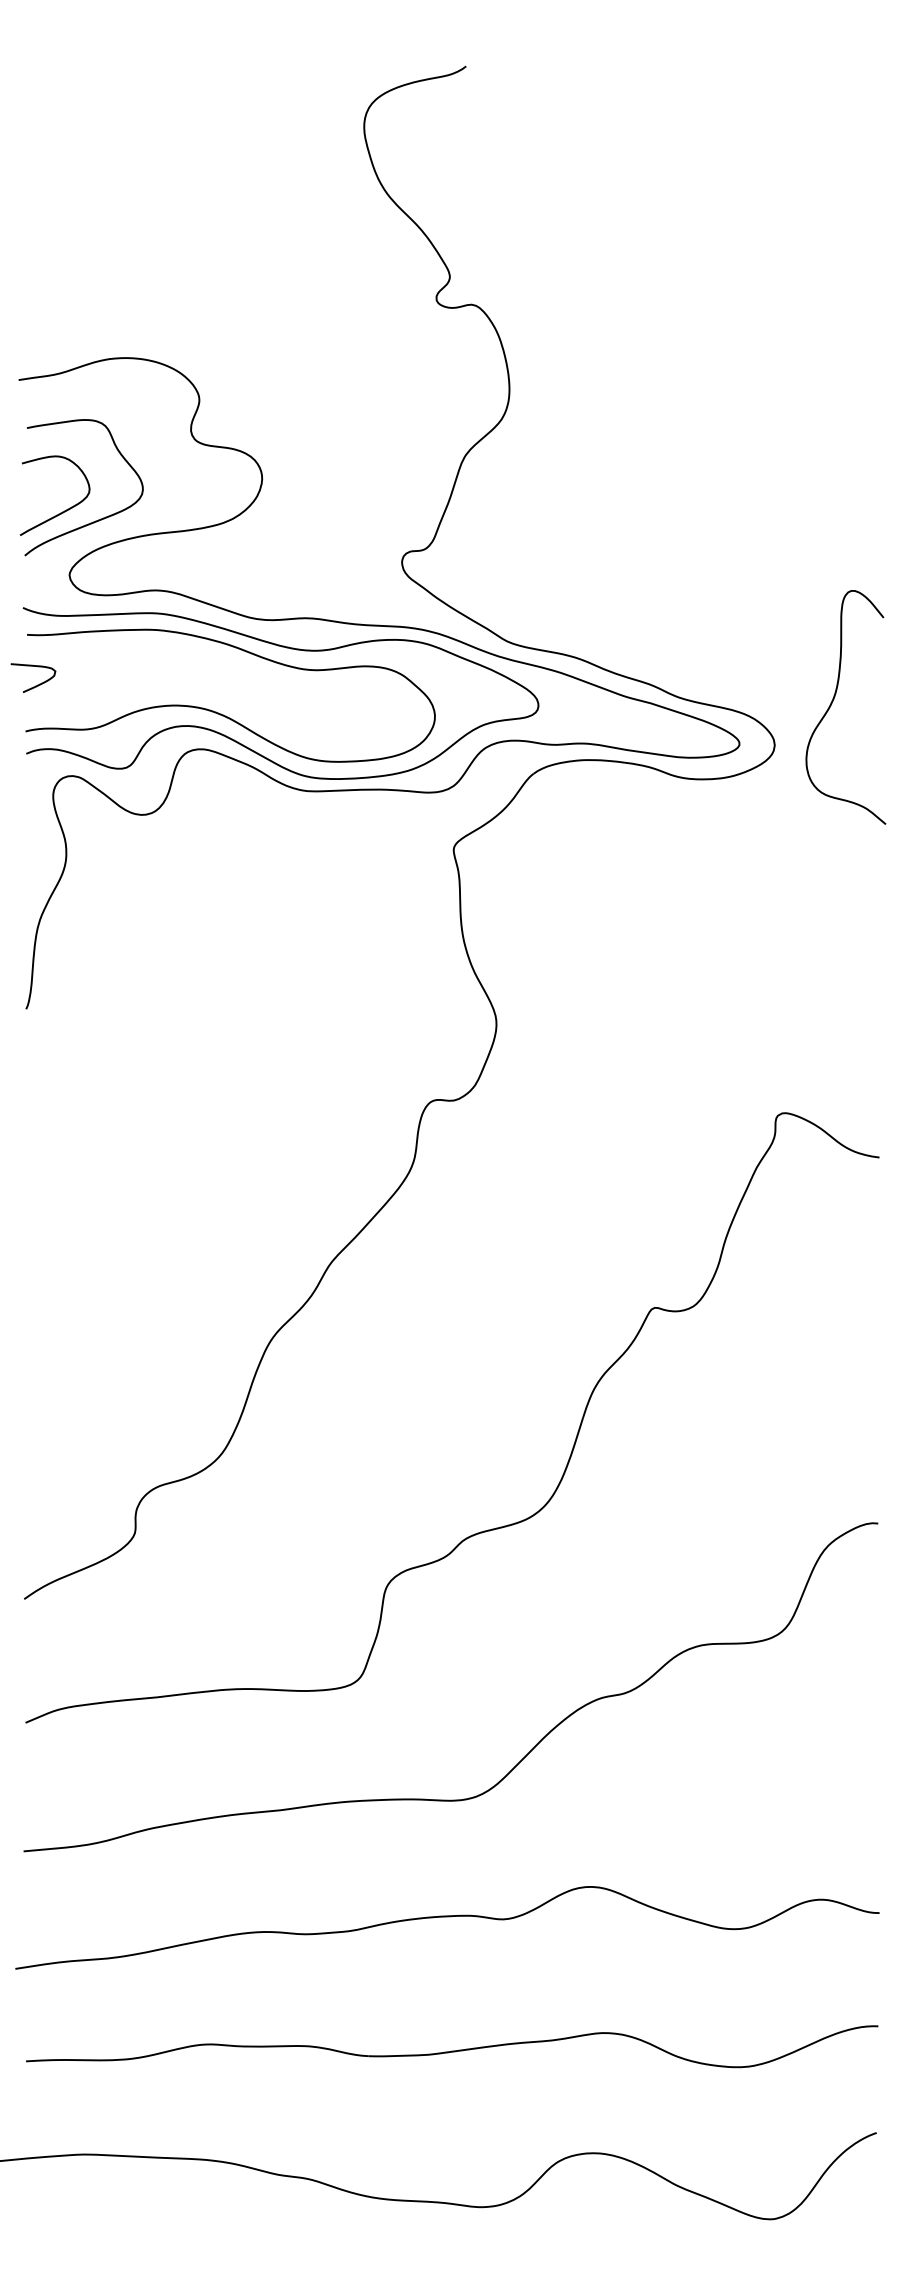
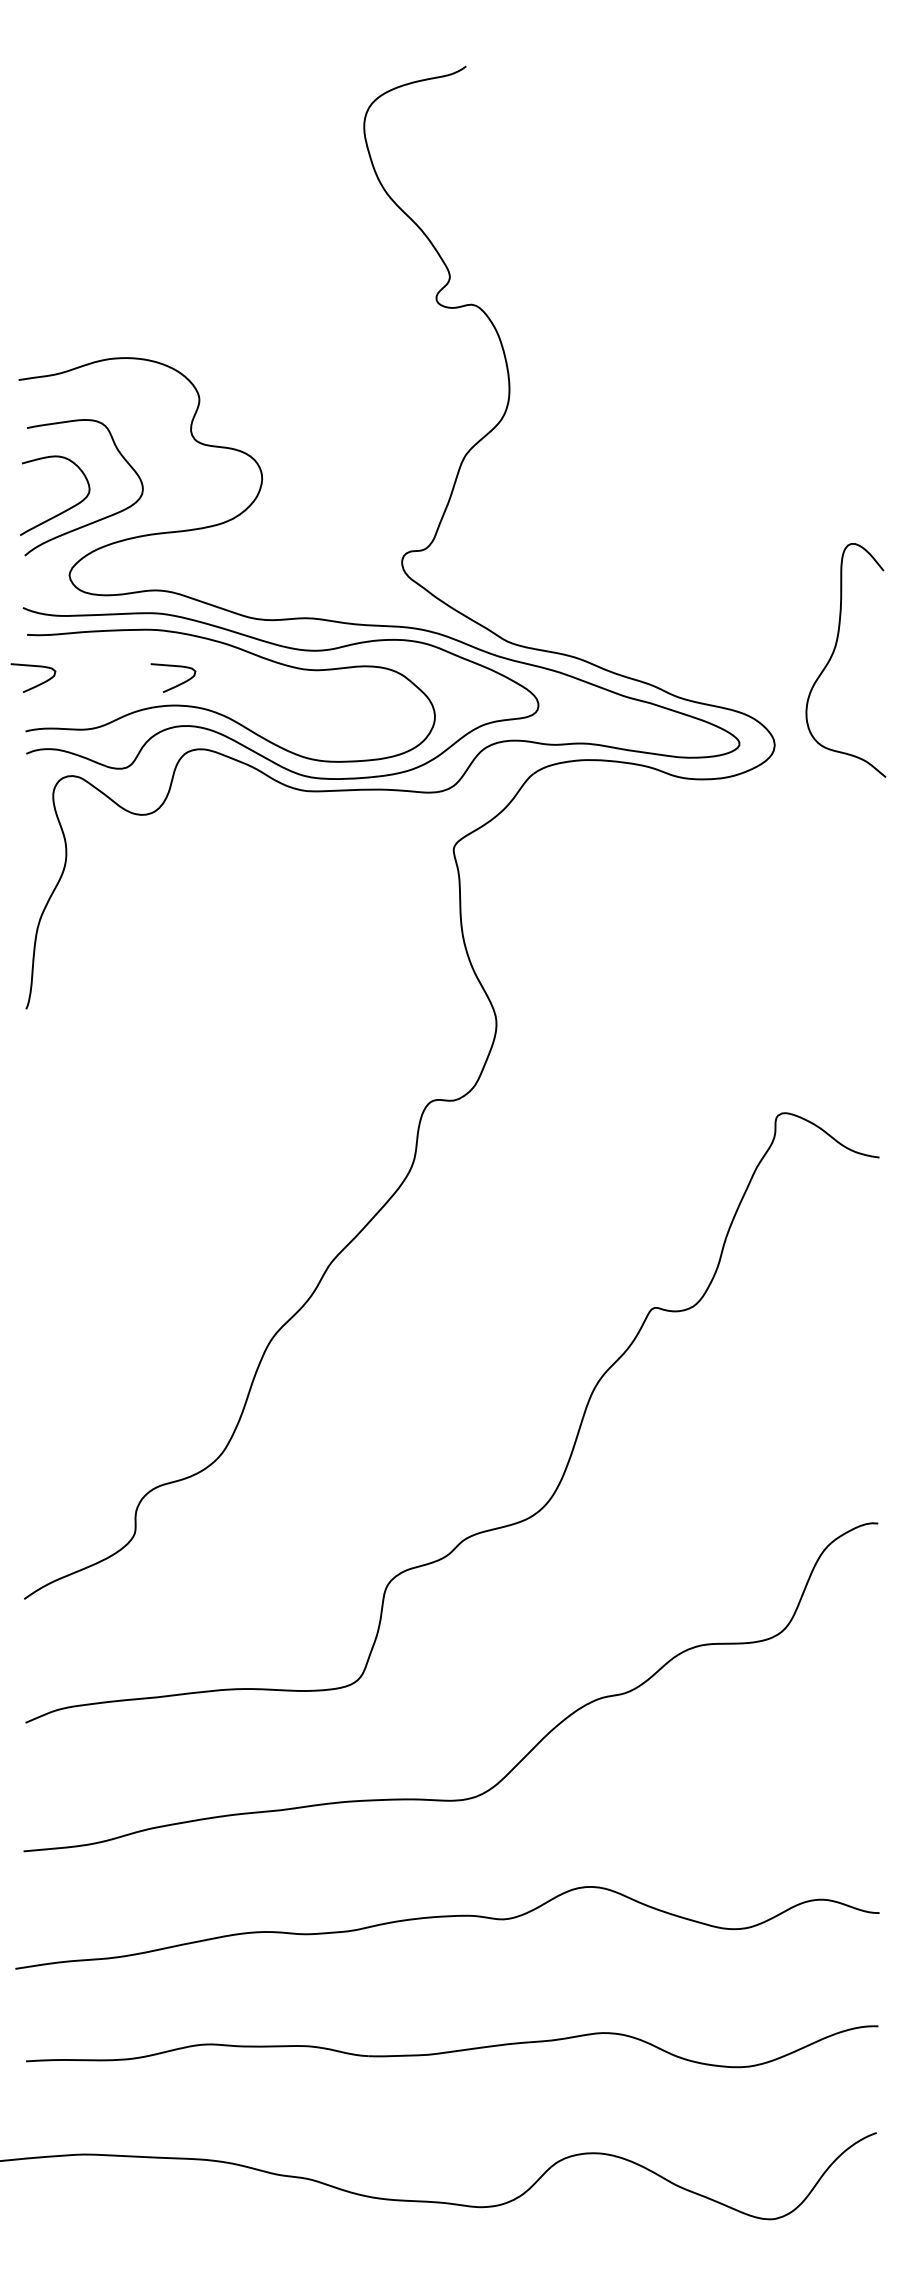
curve at (177, 684): none -> present
curve at (833, 701) position: (833, 701) -> (833, 654)
